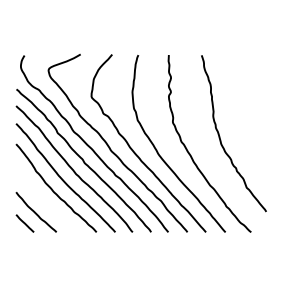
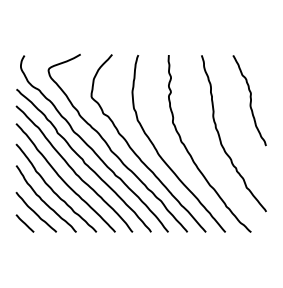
curve at (250, 100): none -> present
curve at (43, 200): none -> present
